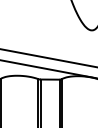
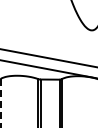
line at (0, 103): solid -> dashed
